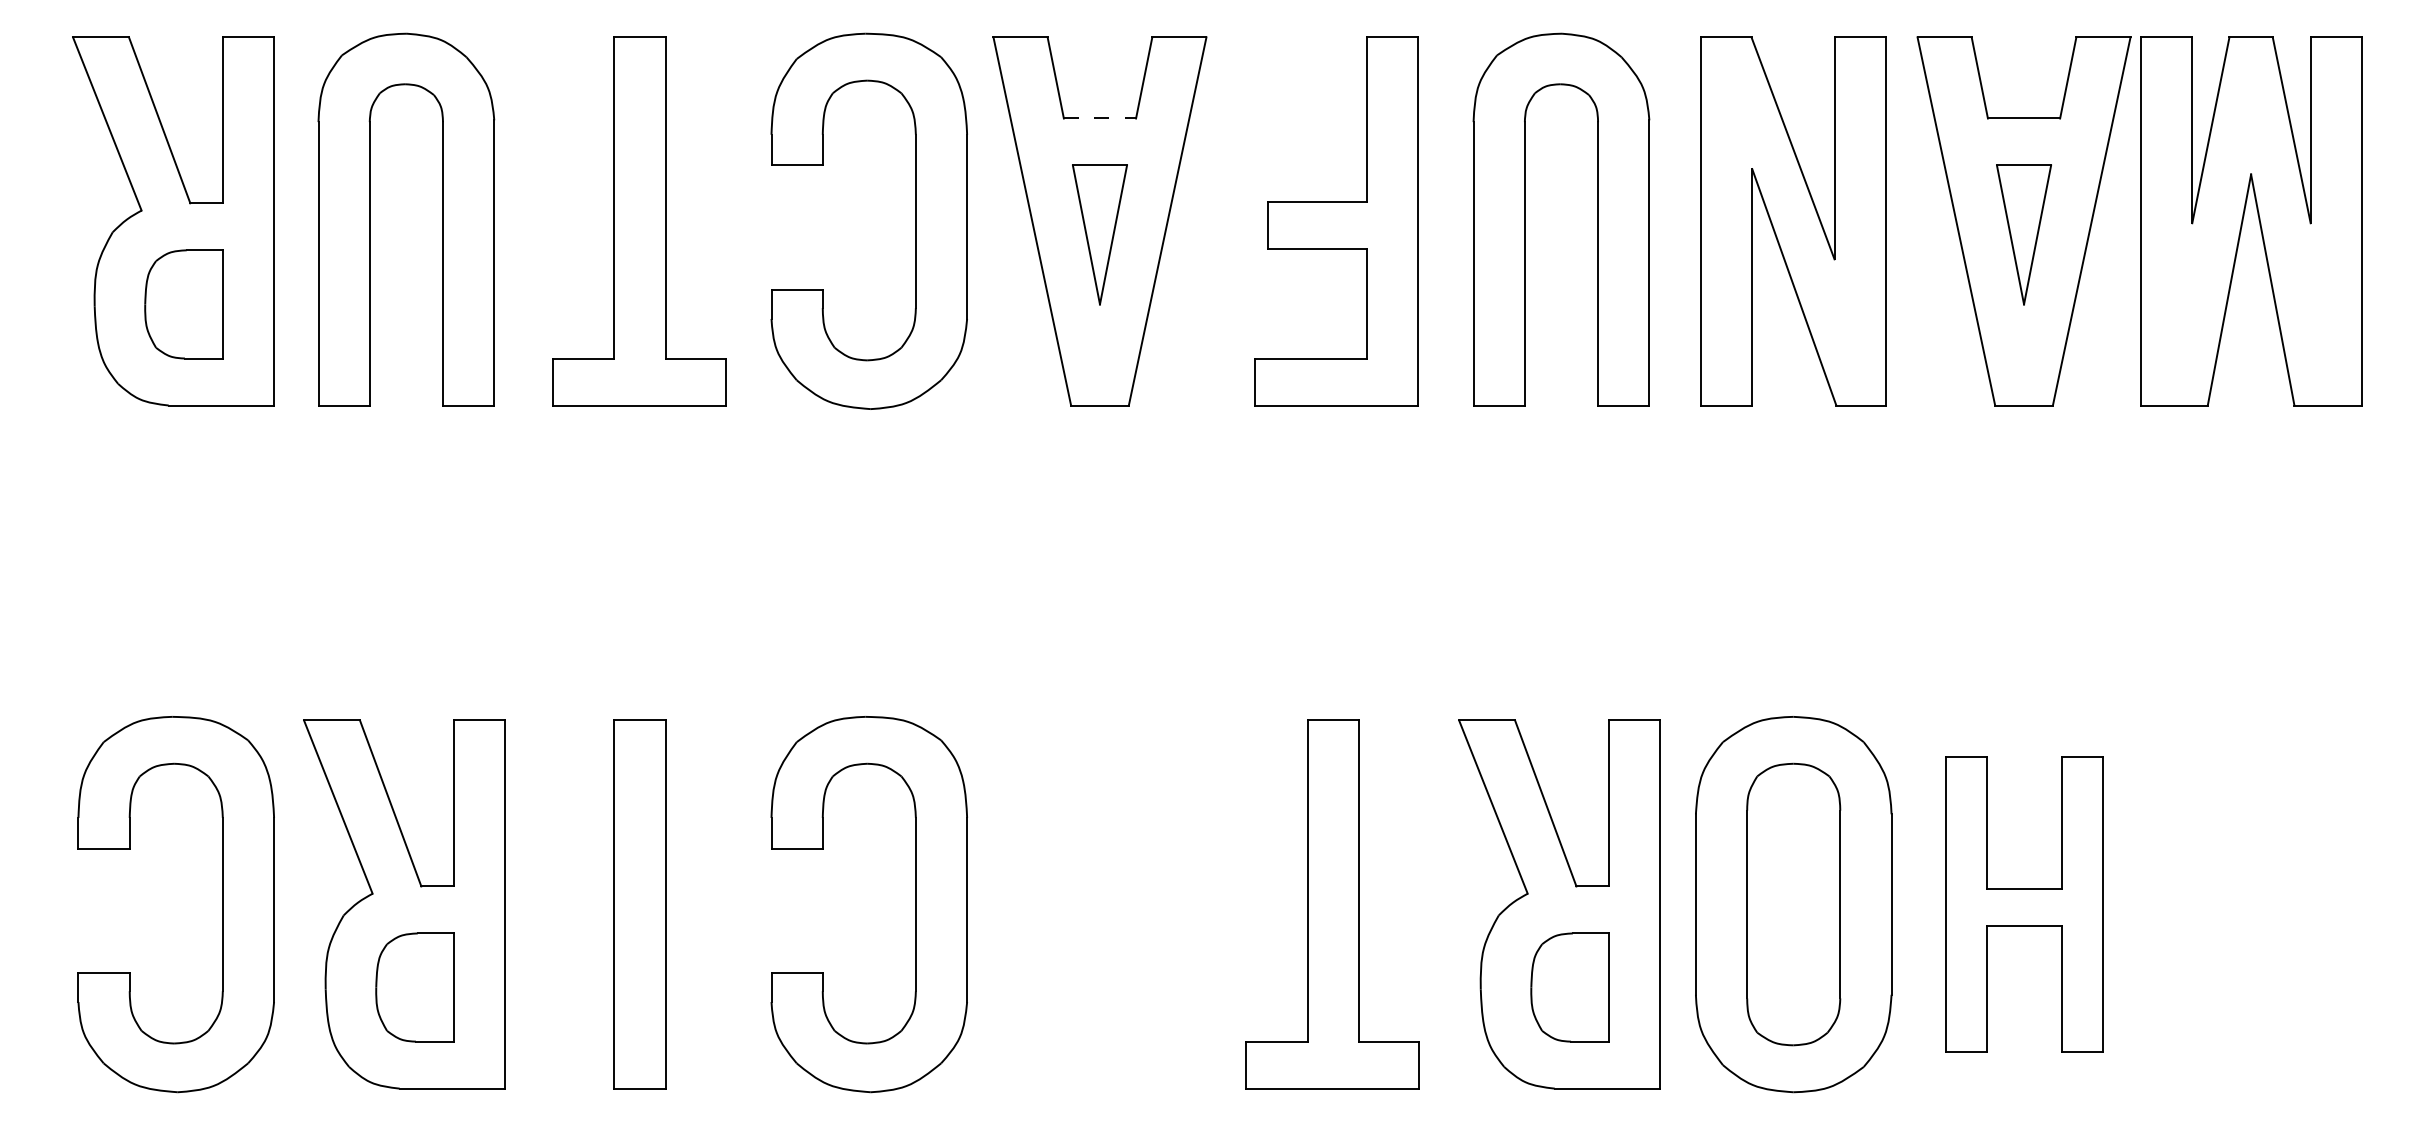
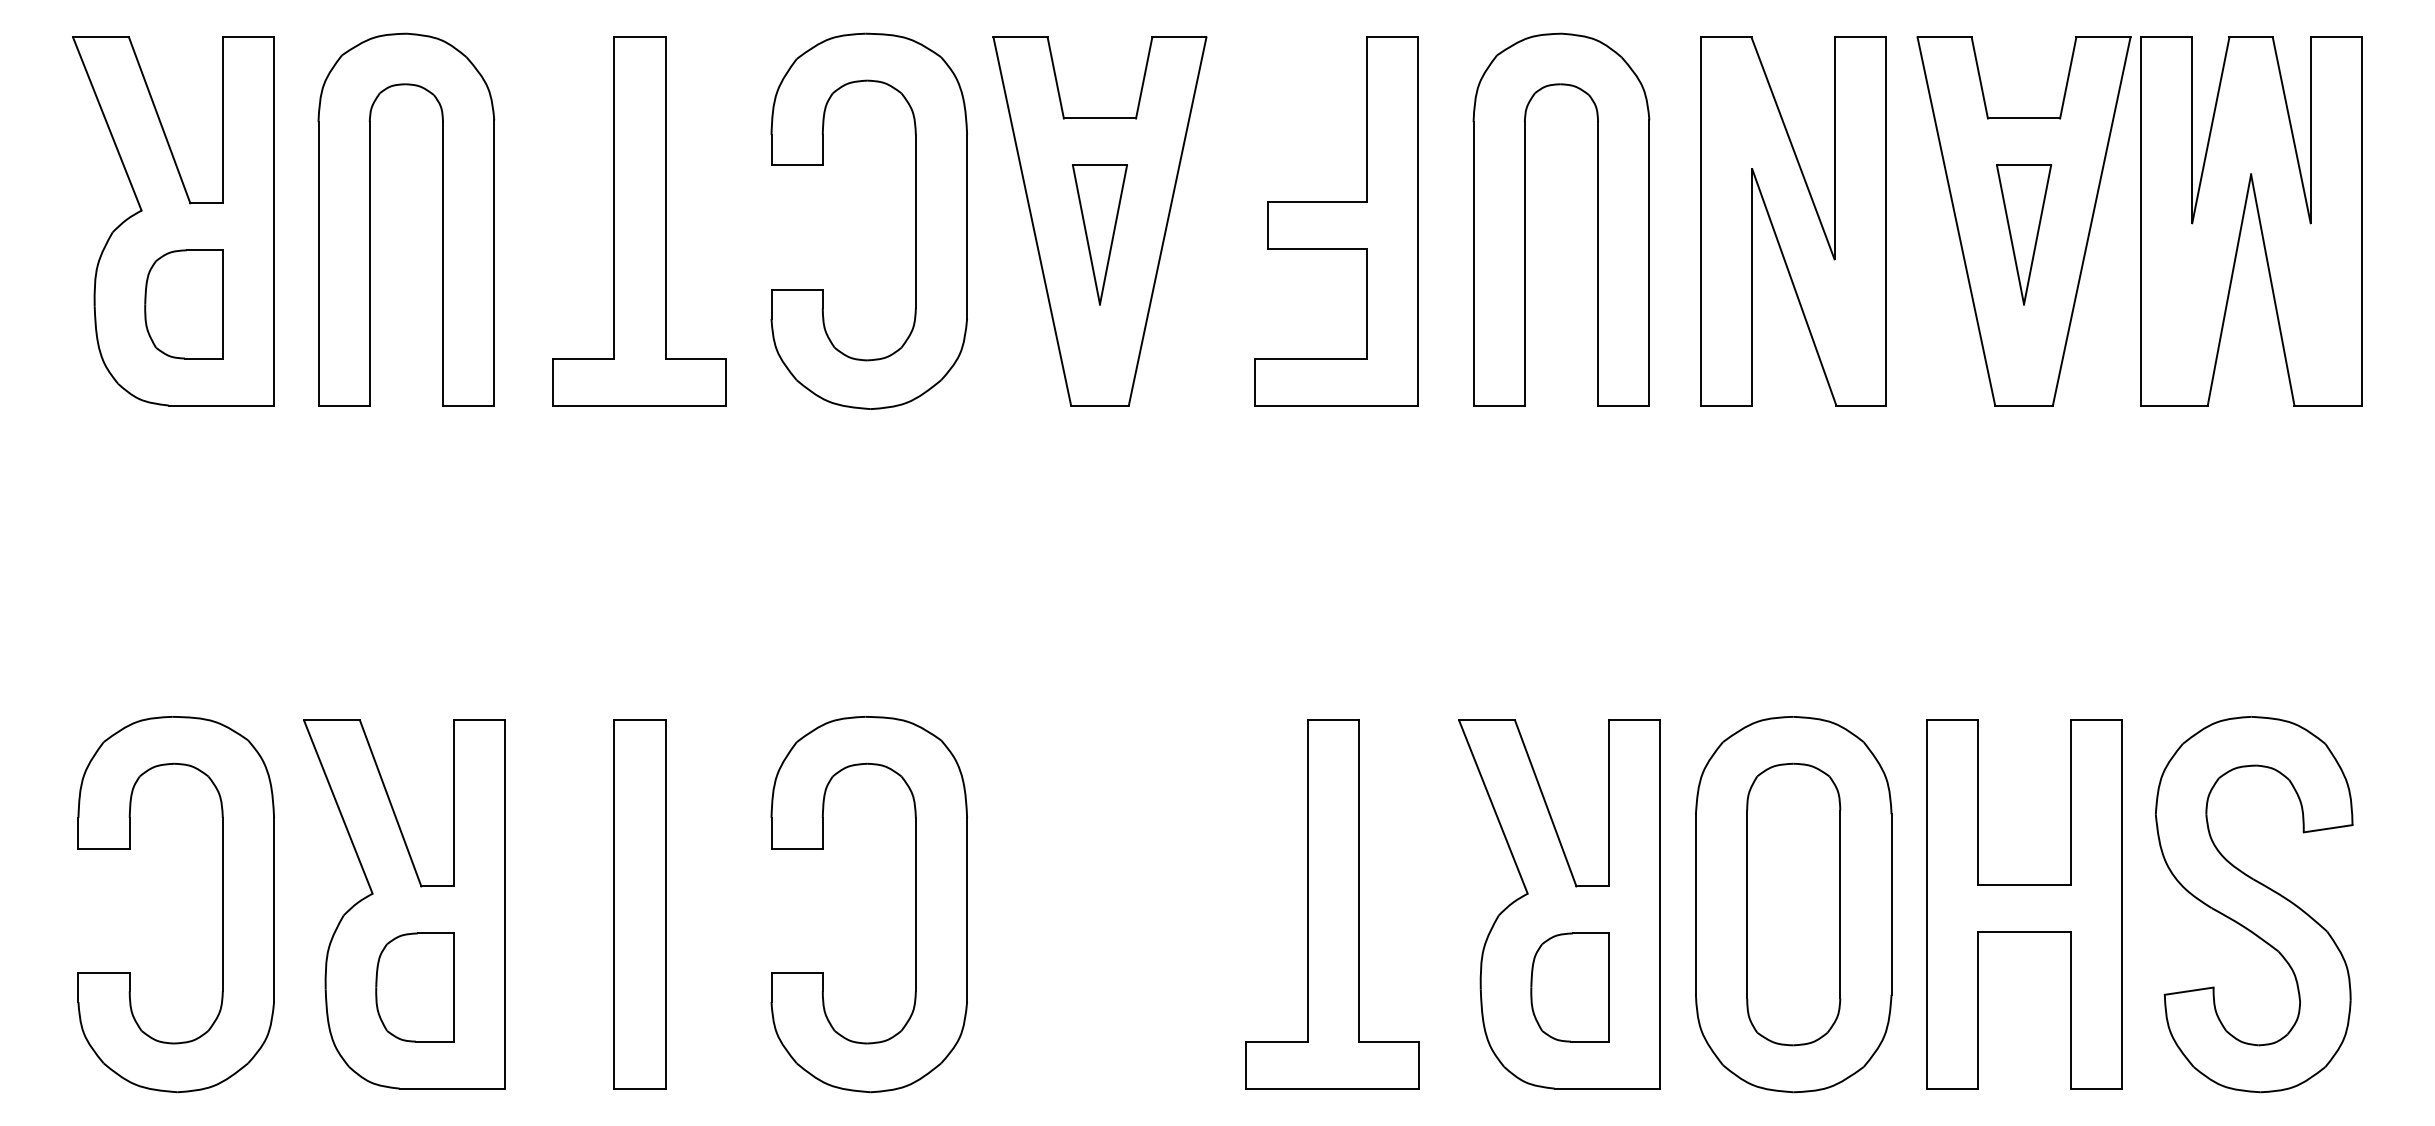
line at (1100, 118): dashed -> solid
part at (2024, 904) size: 159x297 px -> 197x371 px
part at (2254, 904): none -> present
